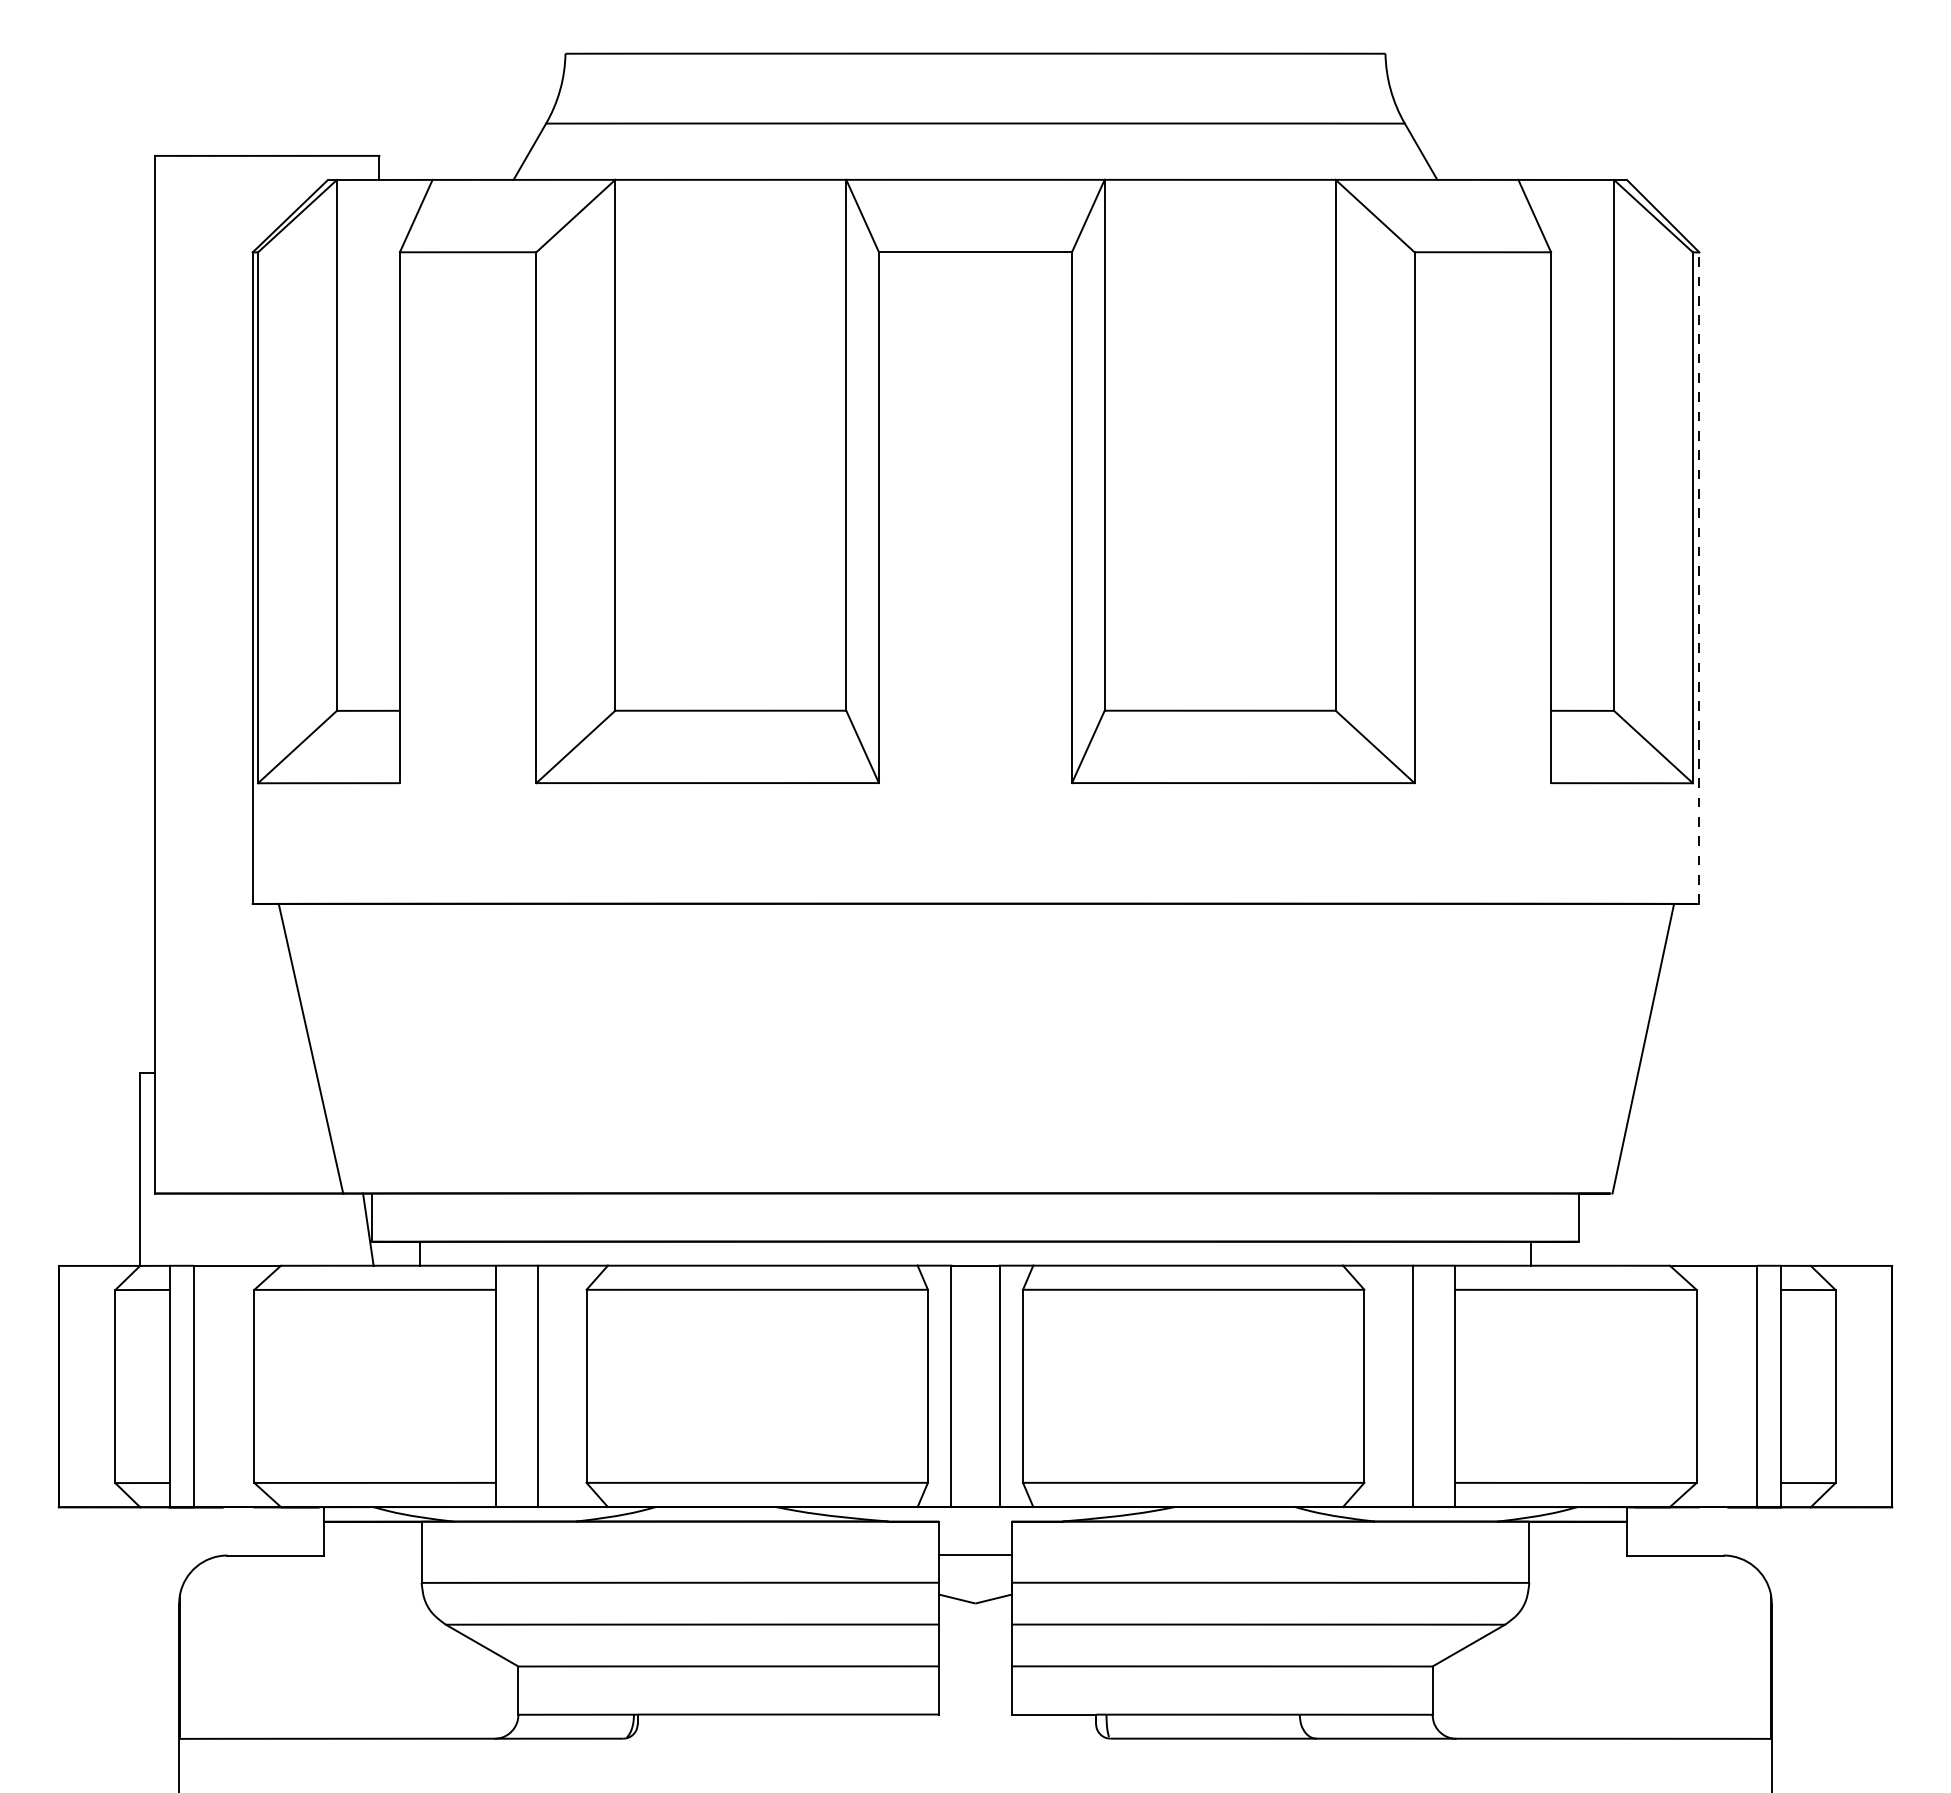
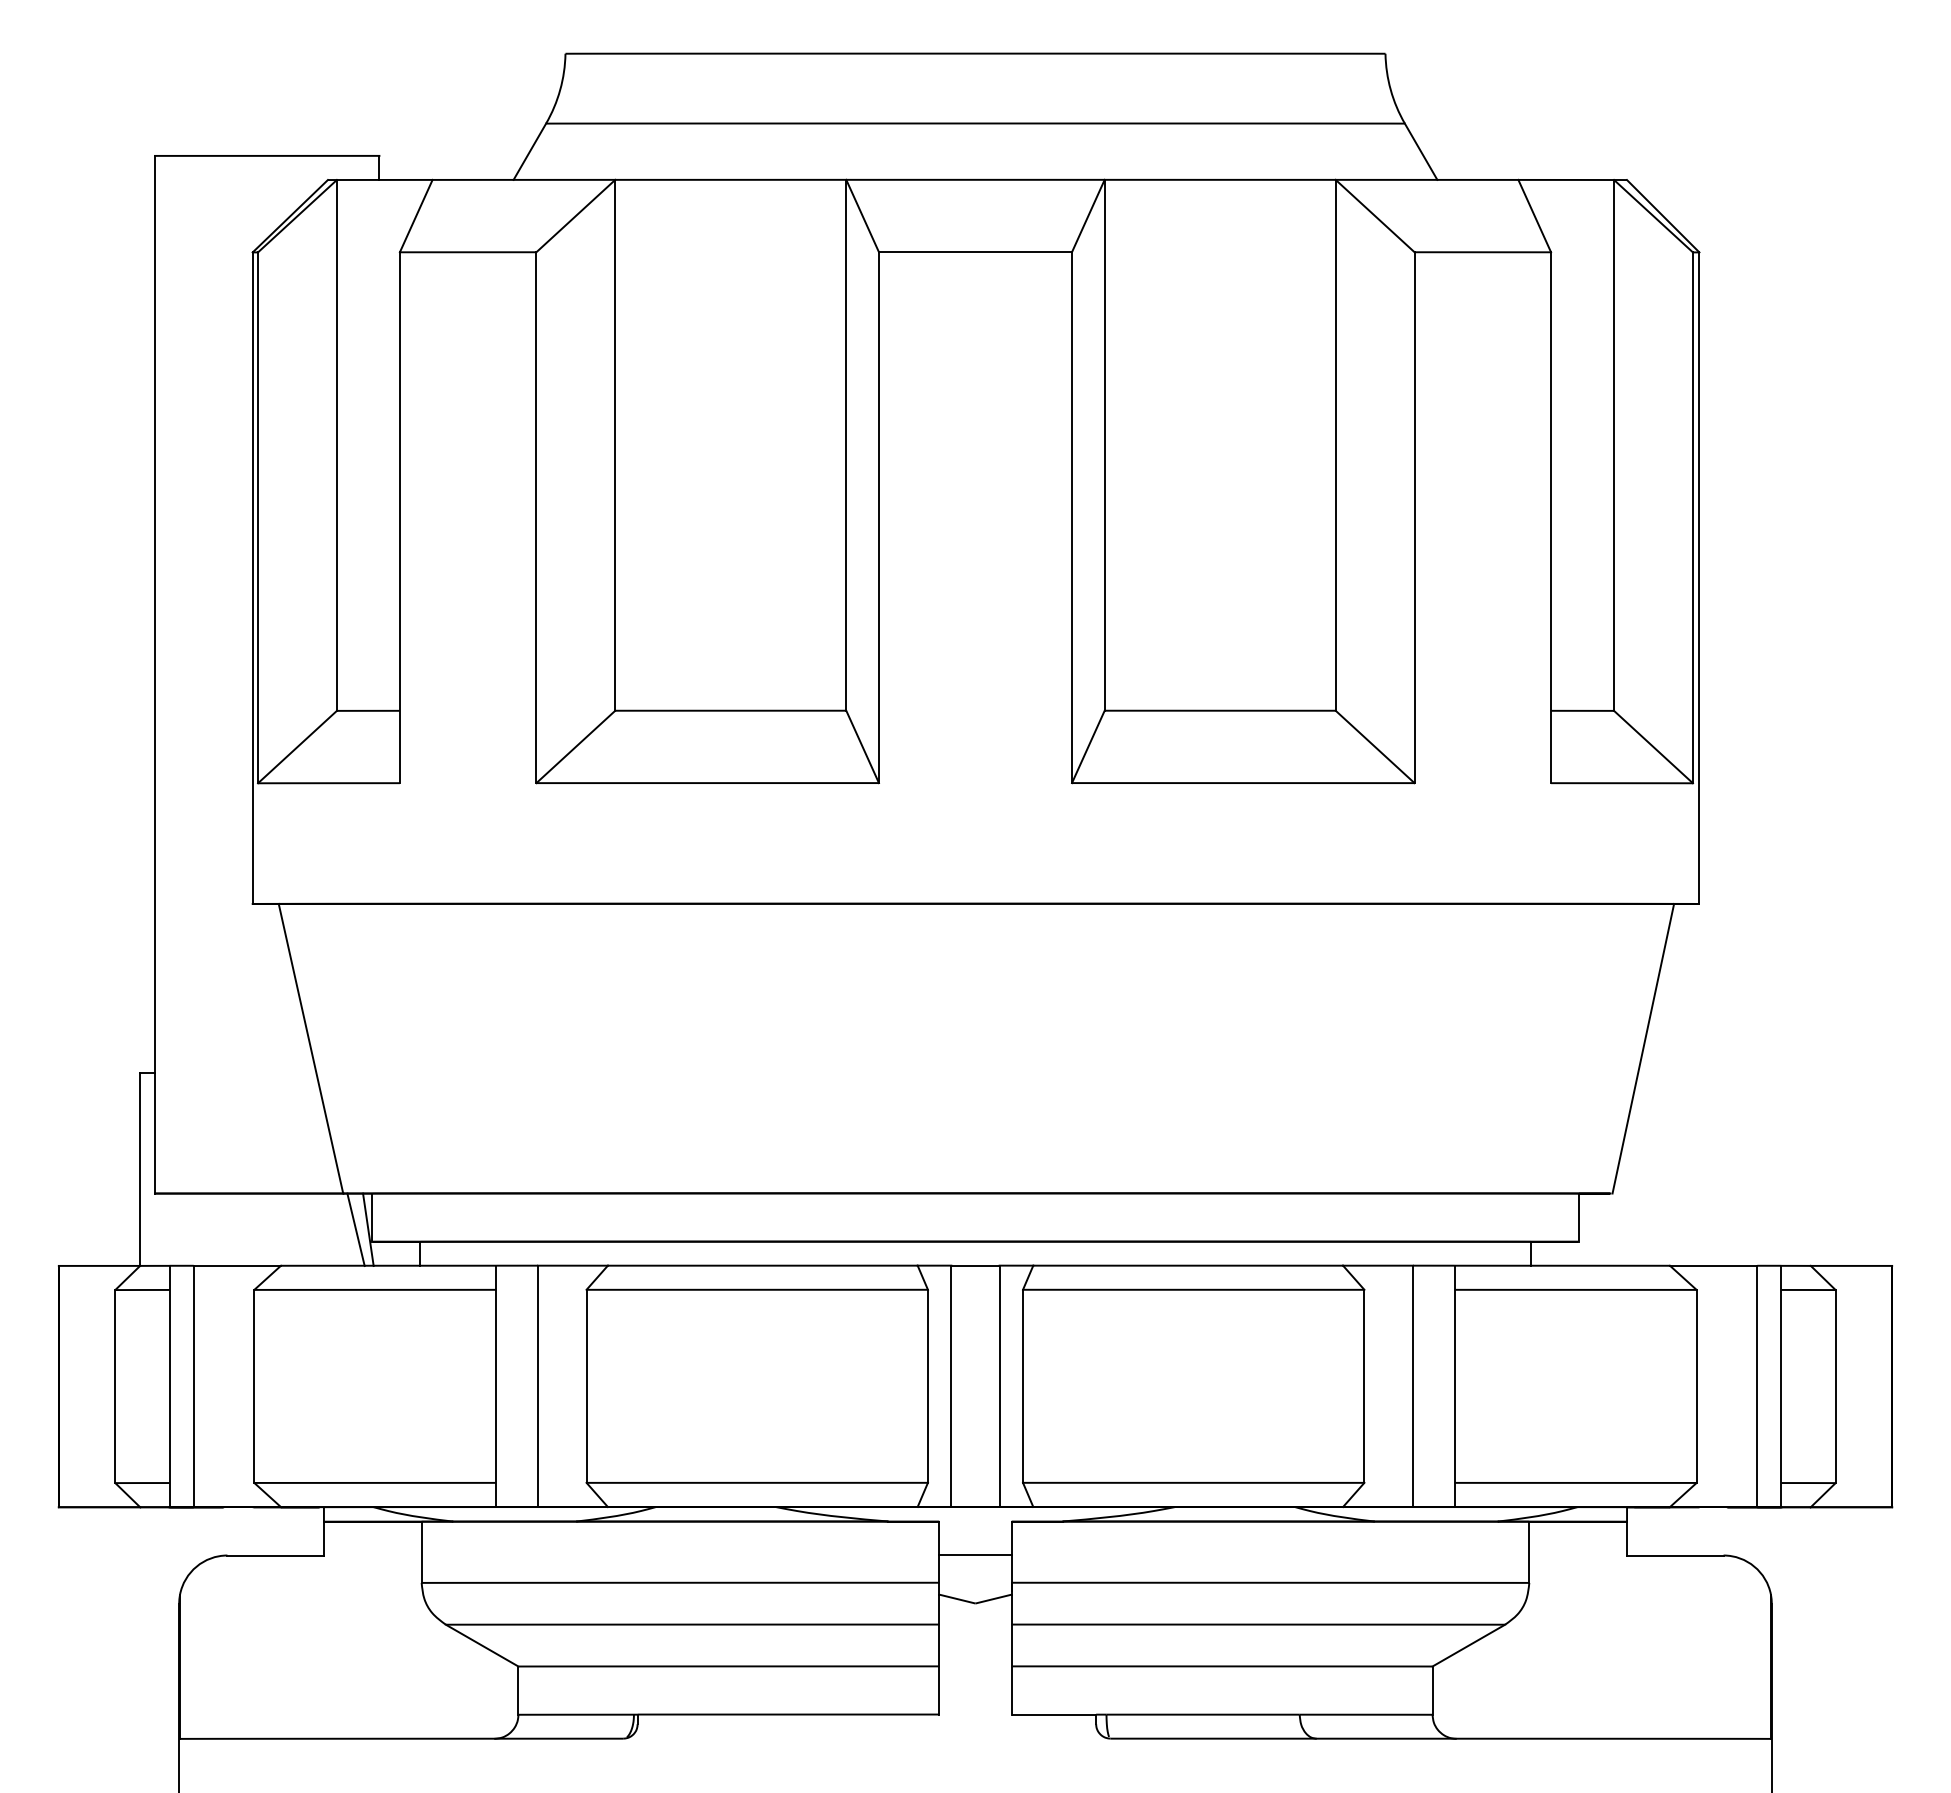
line at (1699, 578): dashed -> solid
line at (355, 1229): none -> present
